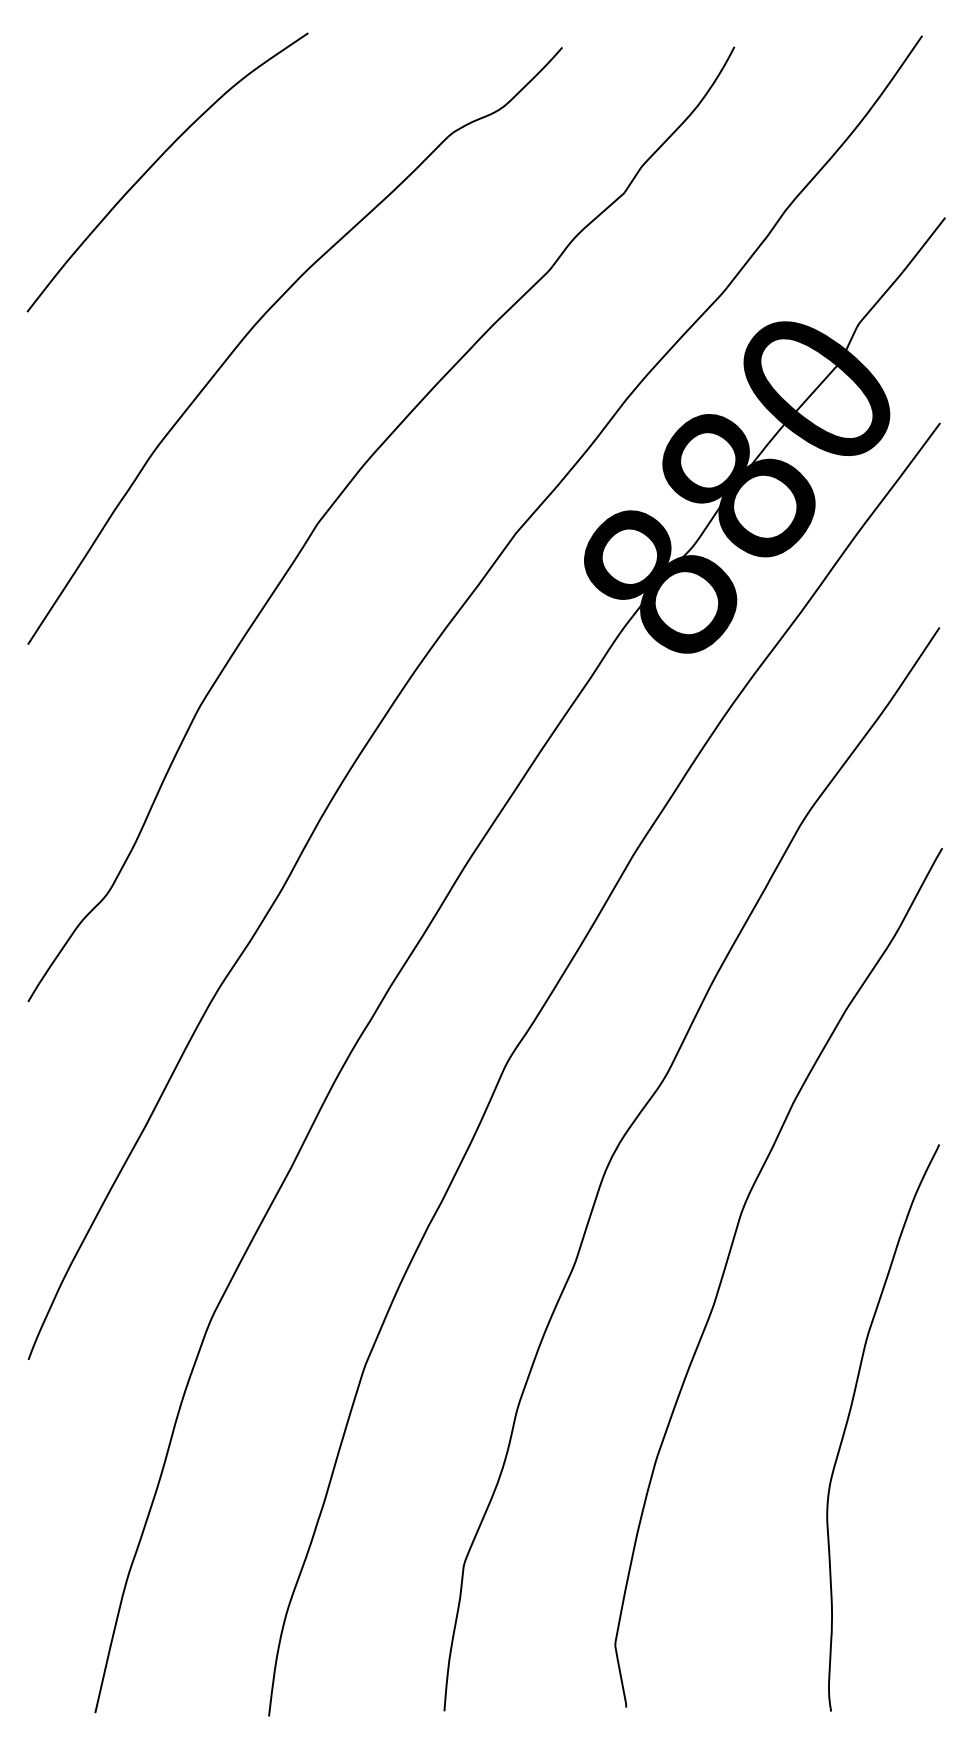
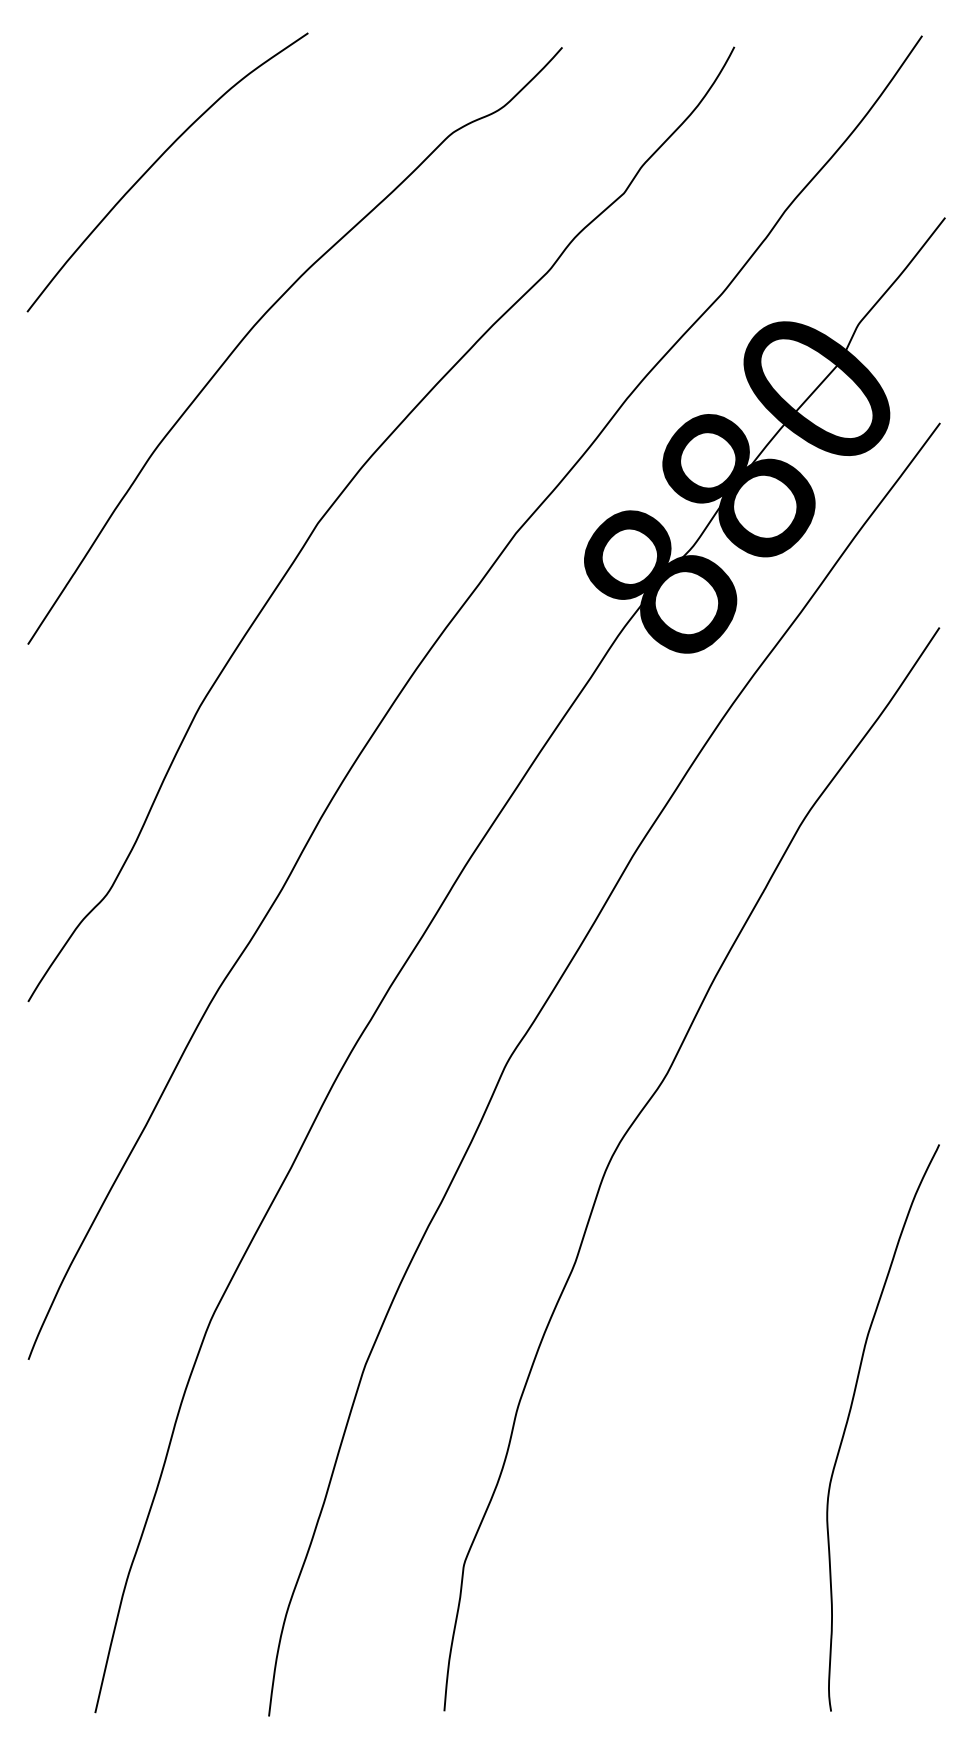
curve at (727, 1264): present -> none
